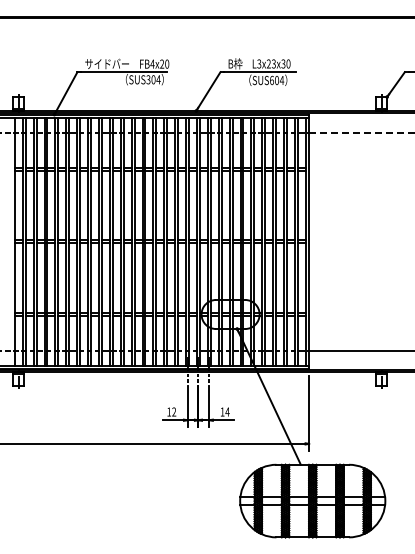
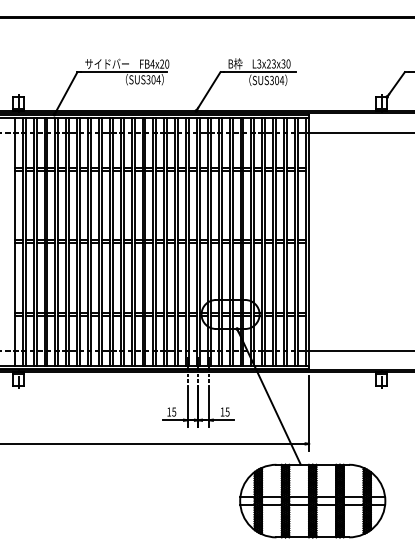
text at (271, 80): SUS604 -> SUS304
line at (362, 132): dashed -> solid
text at (174, 411): 12 -> 15
text at (227, 411): 14 -> 15
